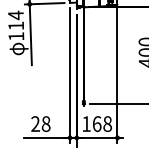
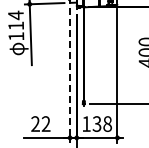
line at (70, 75): solid -> dashed
text at (45, 123): 28 -> 22
text at (96, 123): 168 -> 138
